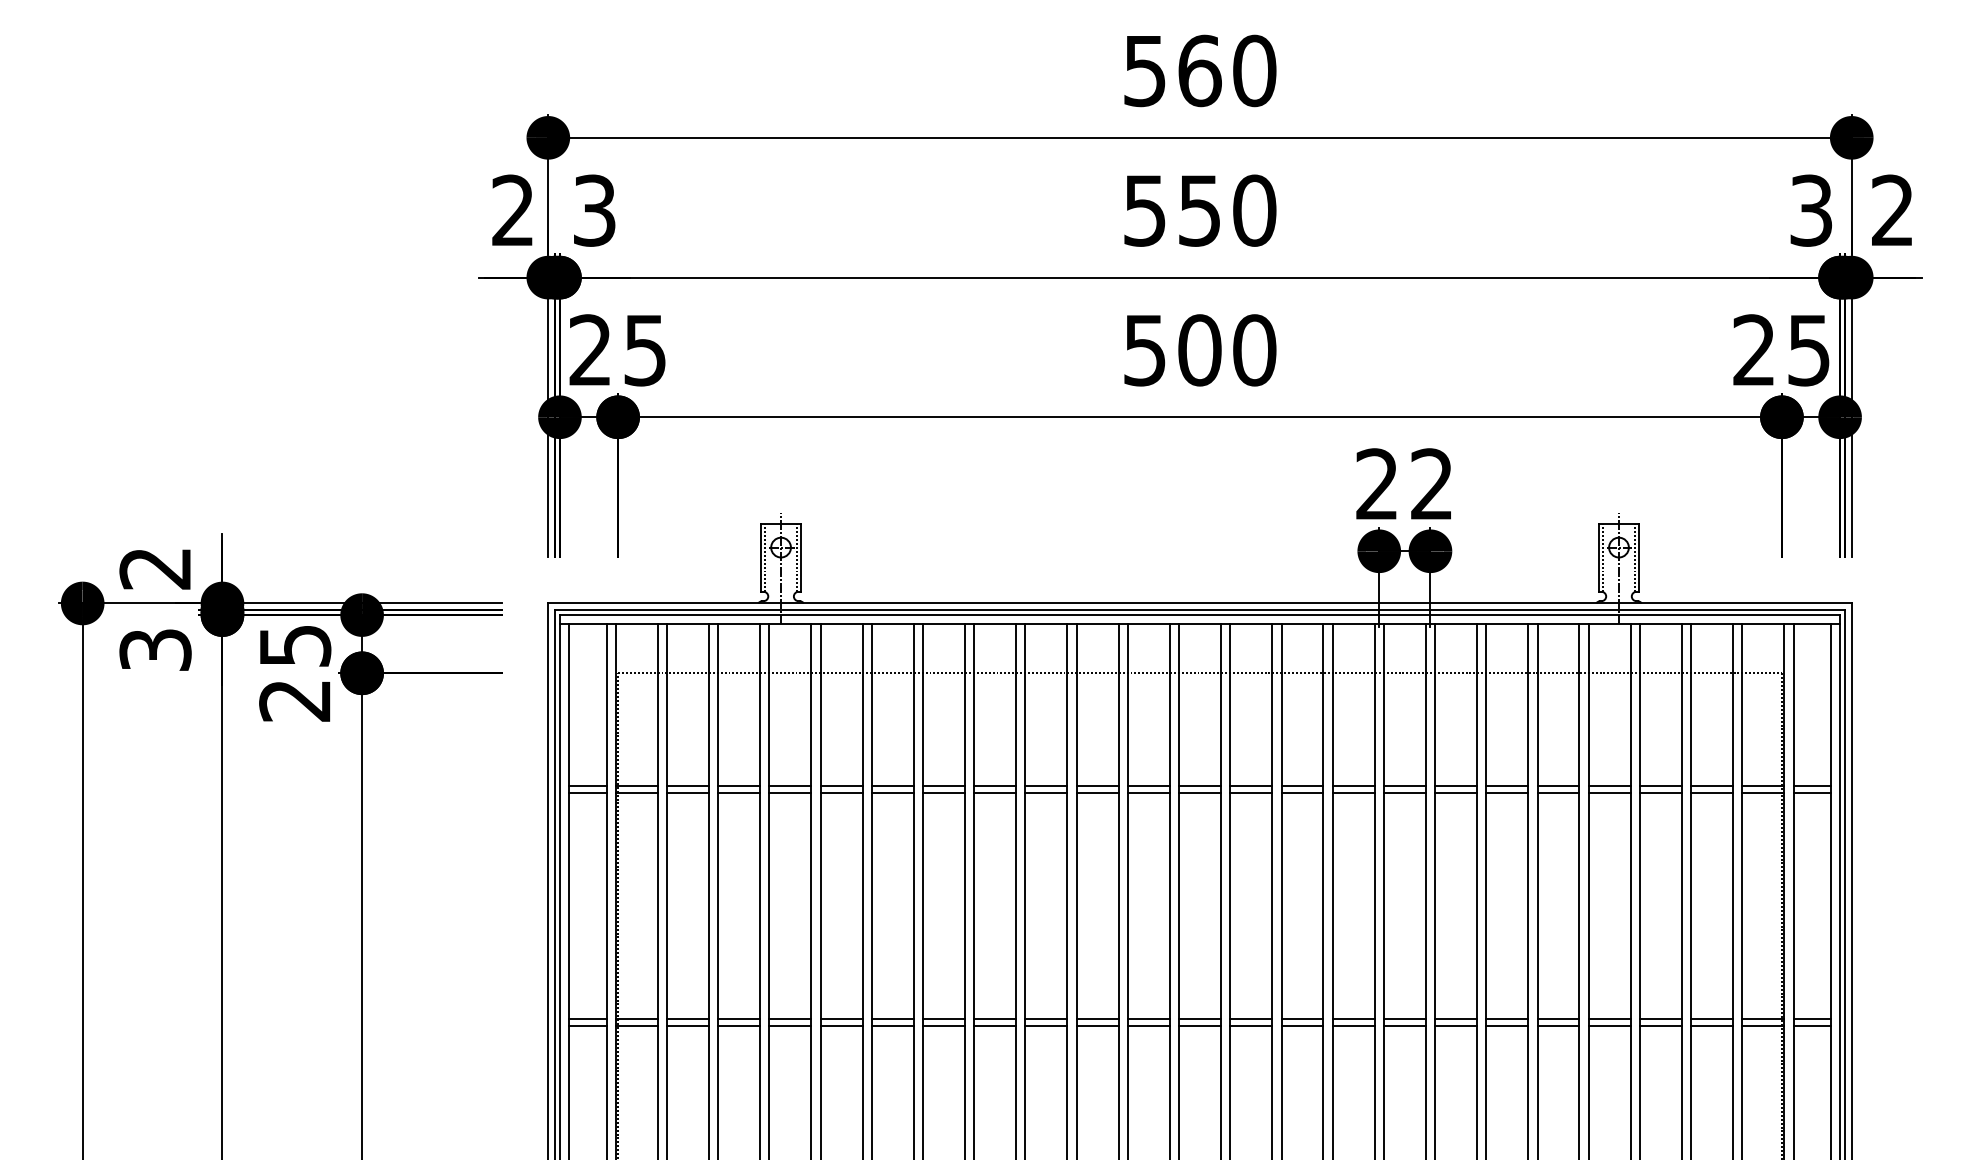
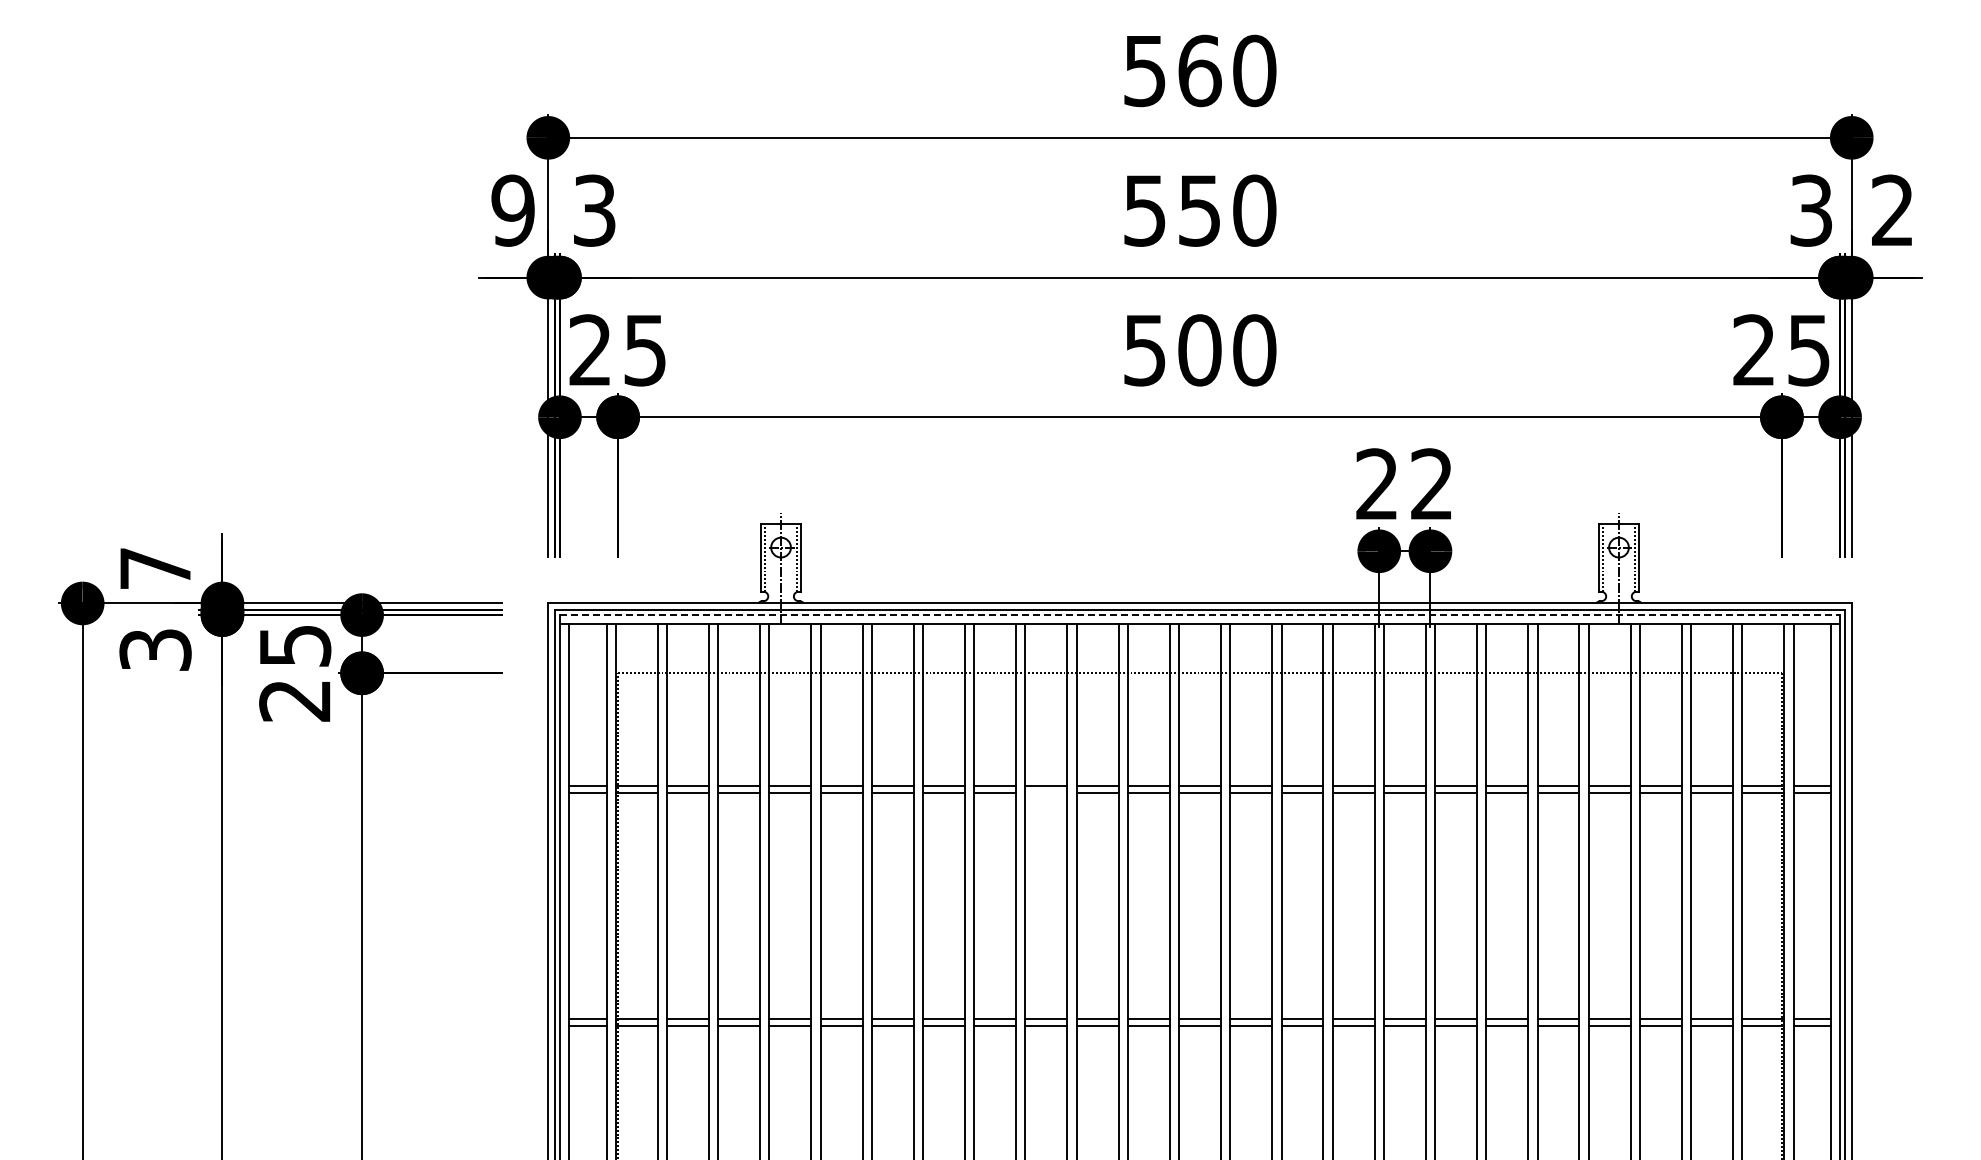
text at (512, 210): 2 -> 9
text at (154, 568): 2 -> 7
line at (1200, 615): solid -> dashed
line at (1046, 793): present -> none
